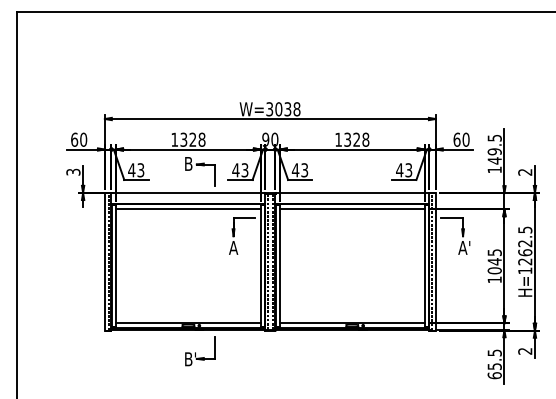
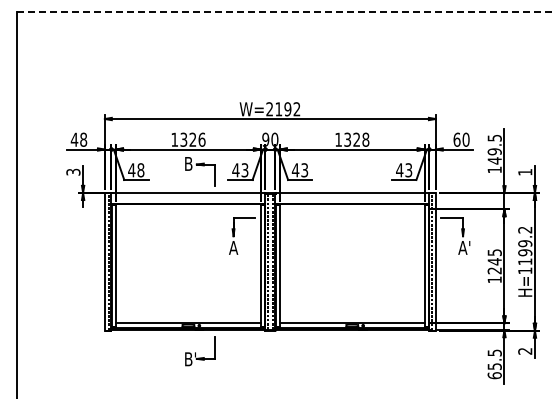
line at (286, 11): solid -> dashed
text at (283, 109): W=3038 -> W=2192
text at (78, 139): 60 -> 48
text at (201, 139): 1328 -> 1326
text at (140, 170): 43 -> 48
text at (525, 172): 2 -> 1
line at (188, 209): present -> none
line at (351, 209): present -> none
text at (525, 245): H=1262.5 -> H=1199.2
text at (494, 270): 1045 -> 1245
